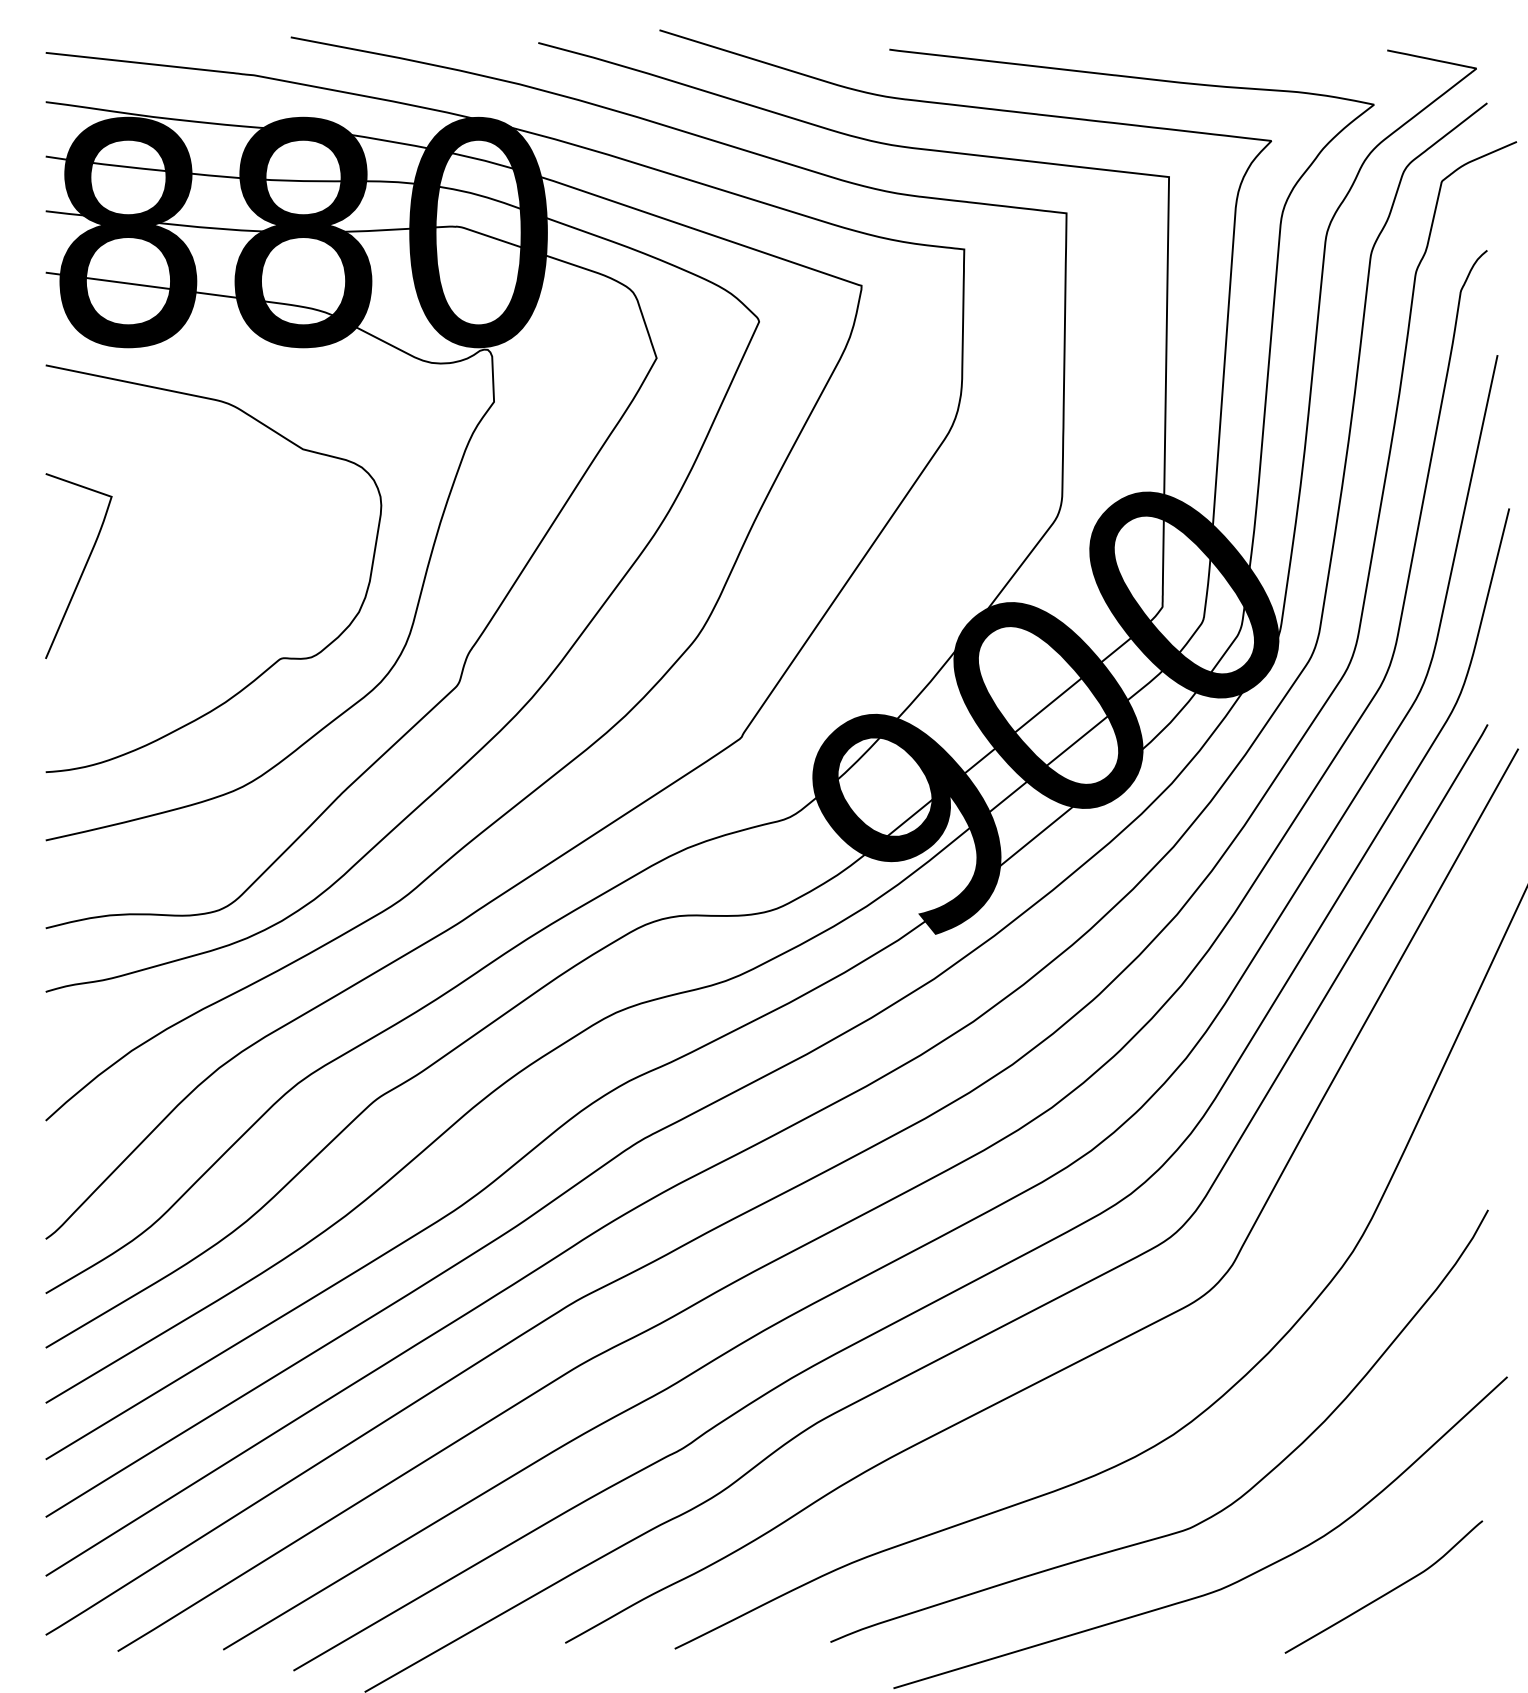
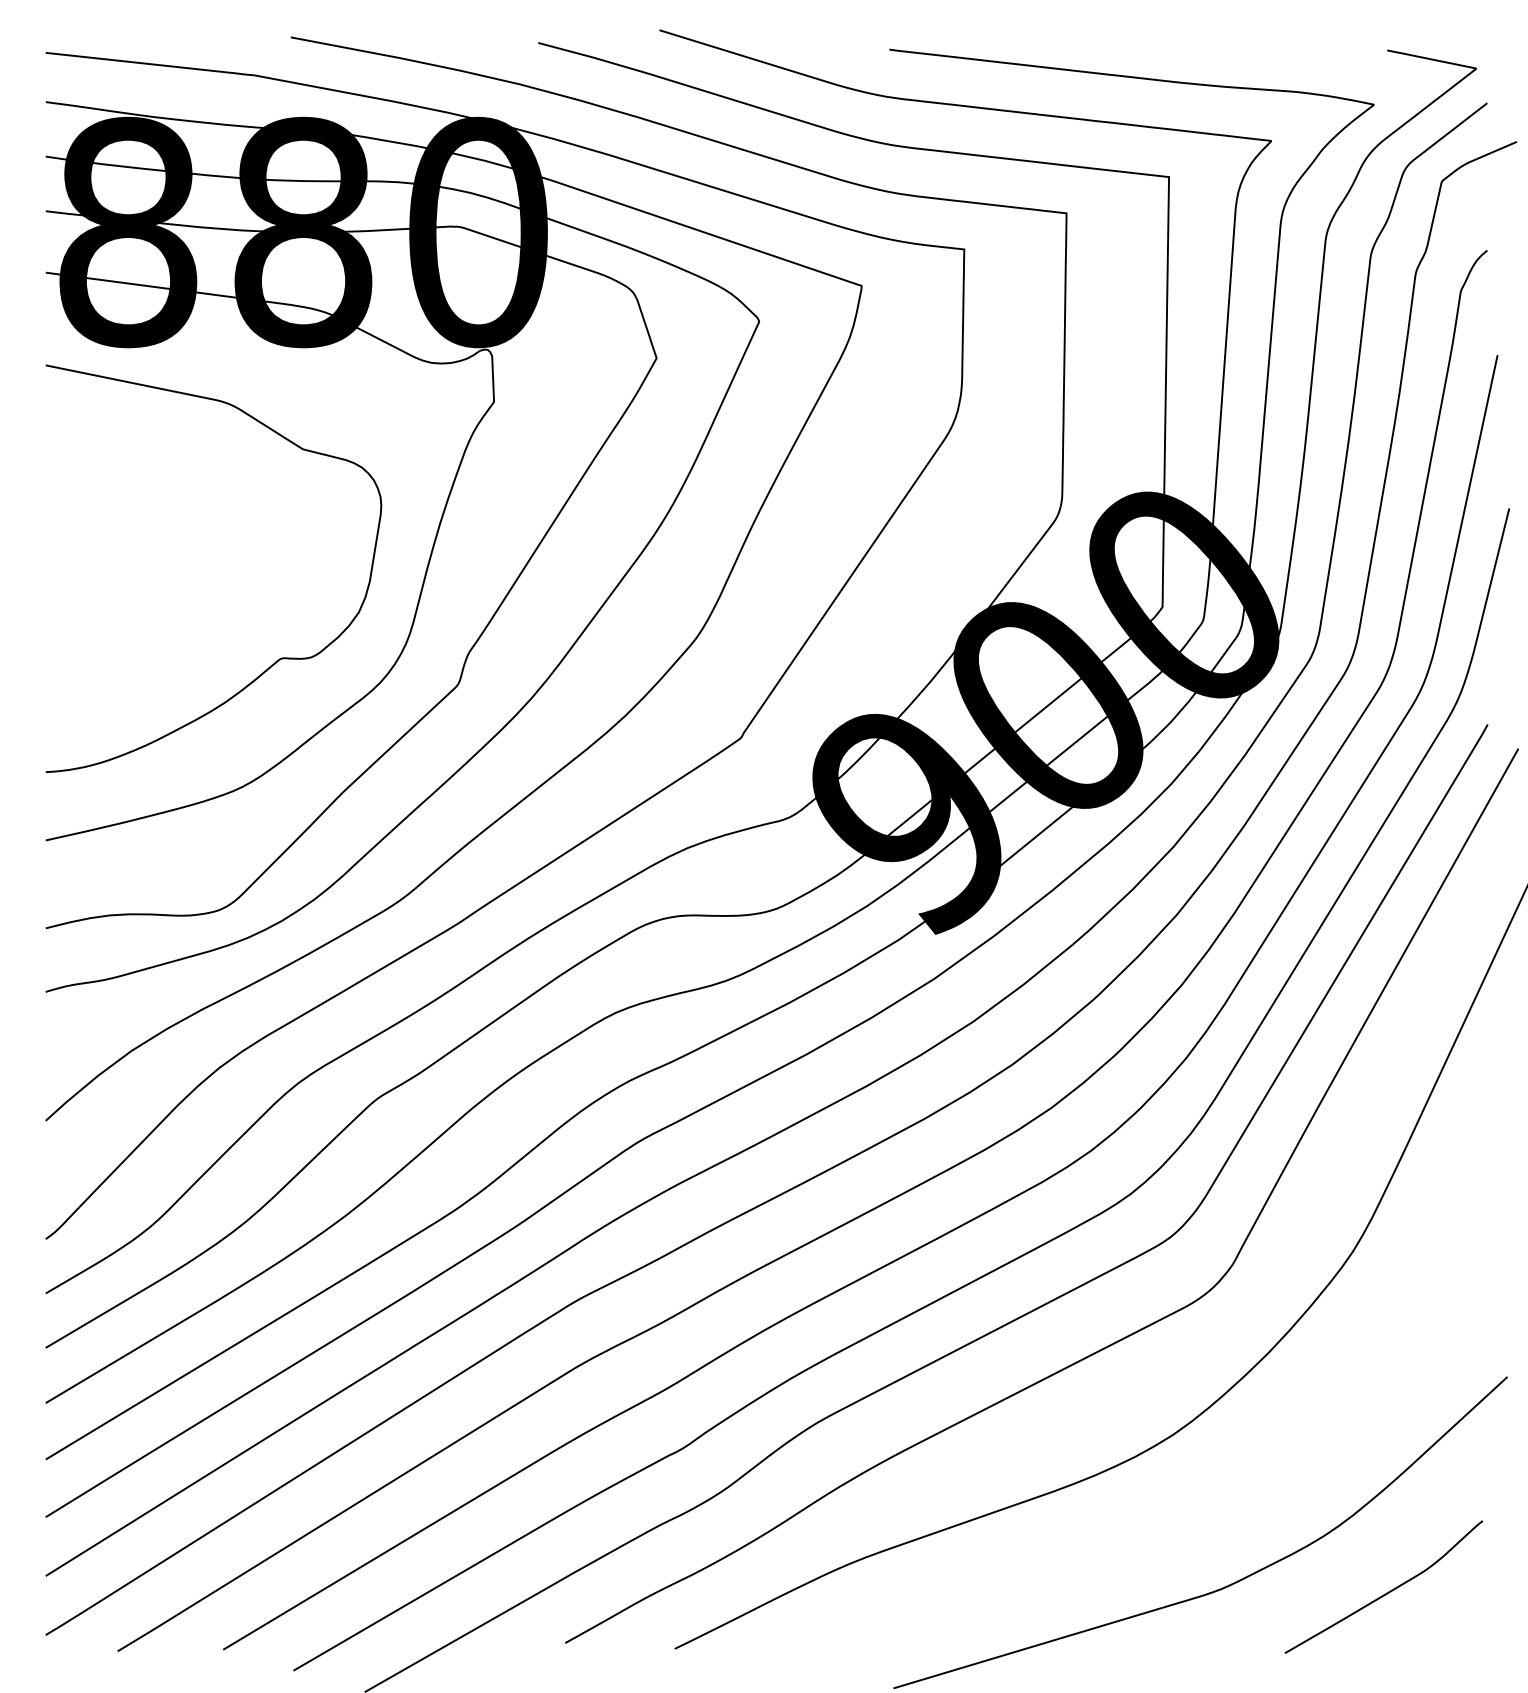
curve at (83, 567): present -> none
curve at (1211, 1515): present -> none
